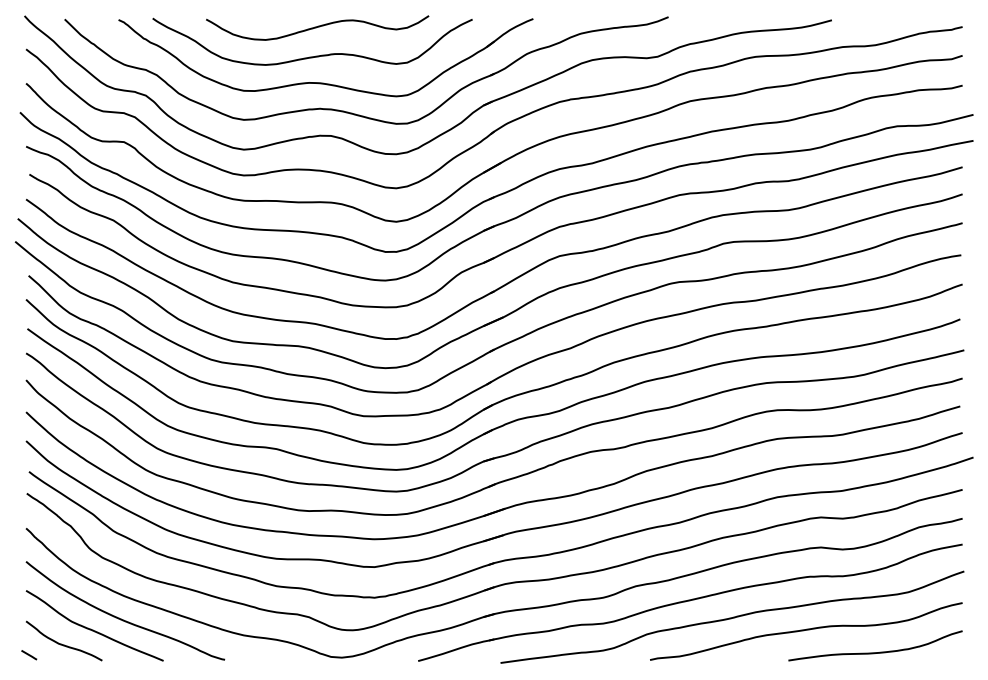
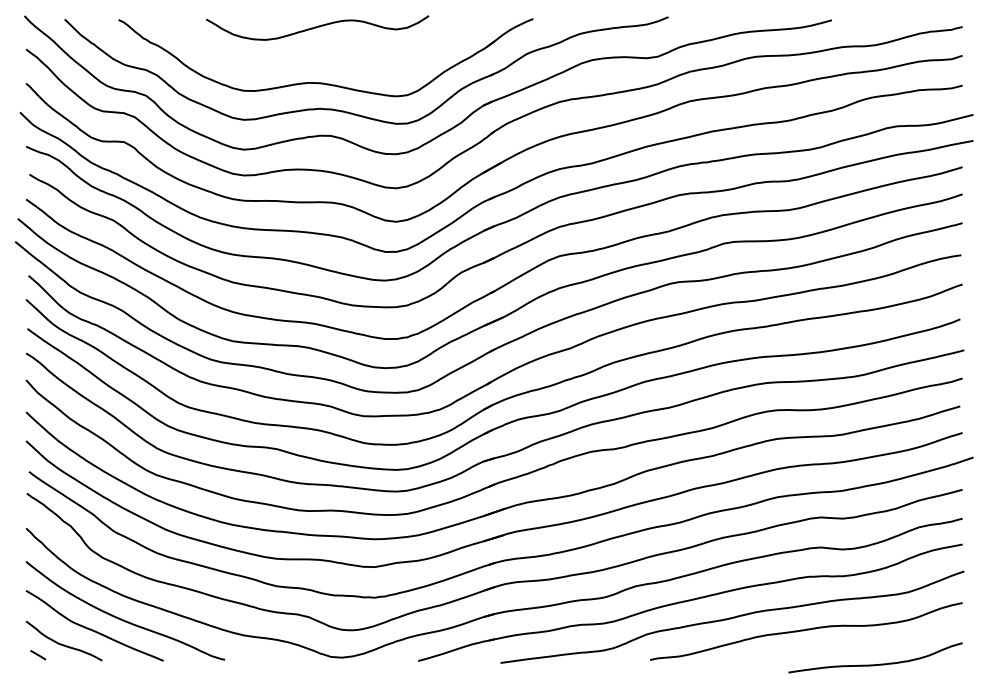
curve at (315, 55): present -> none
curve at (875, 652) position: (875, 652) -> (875, 664)
line at (29, 655) position: (29, 655) -> (38, 655)
